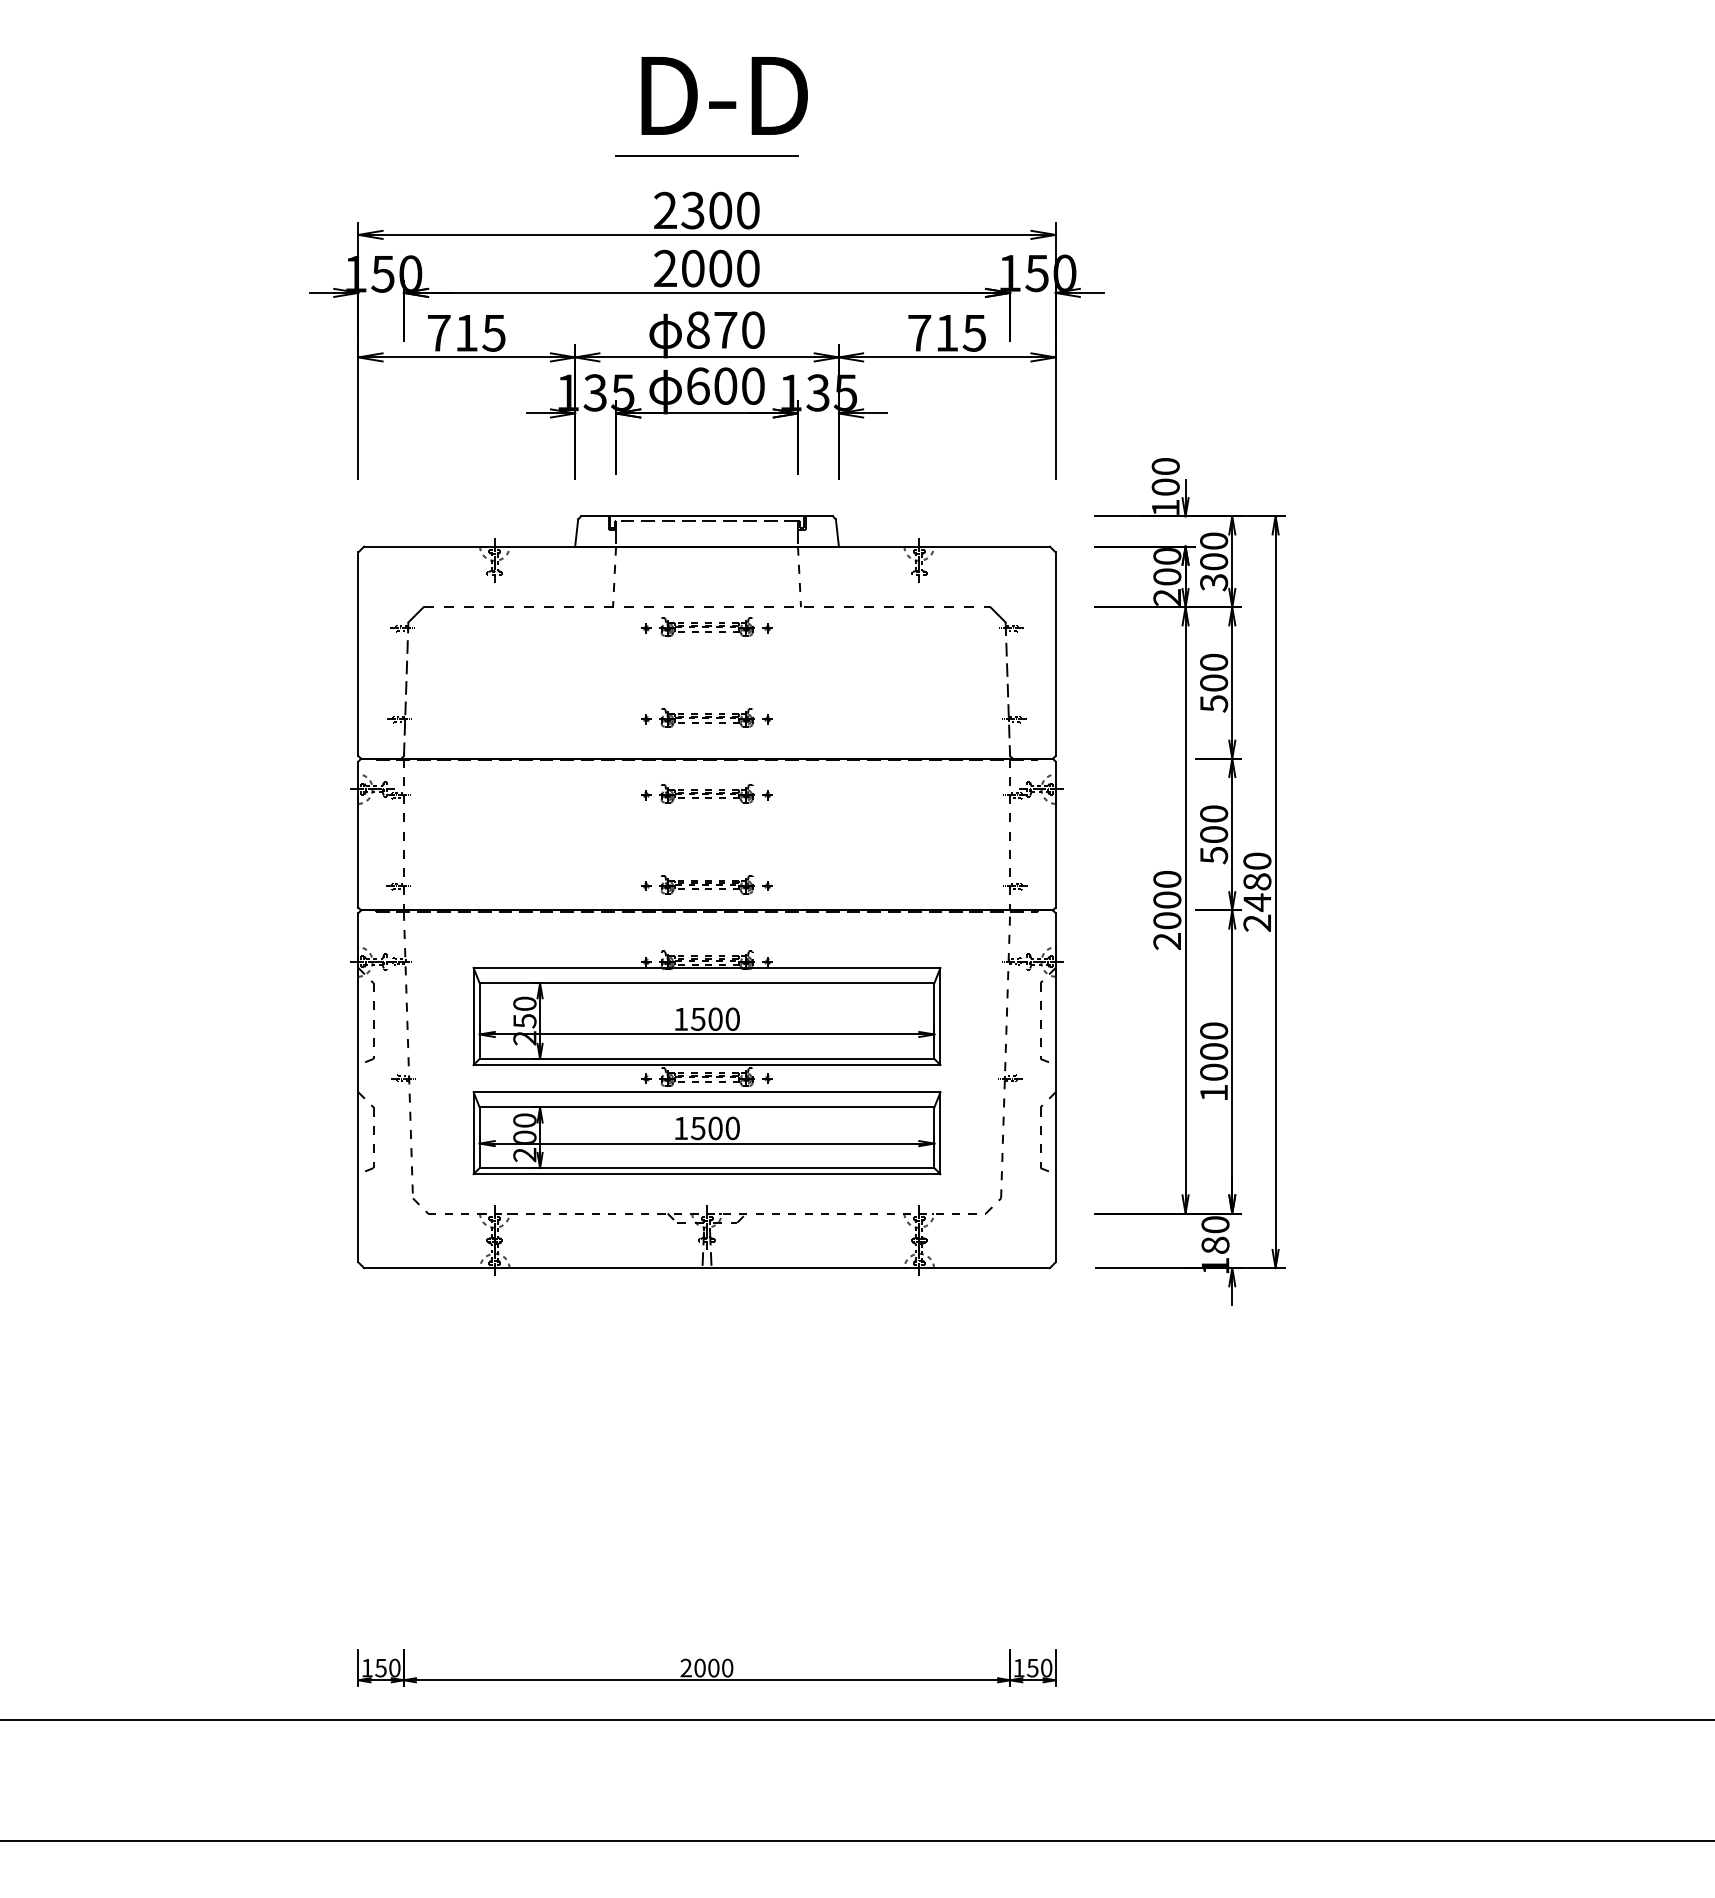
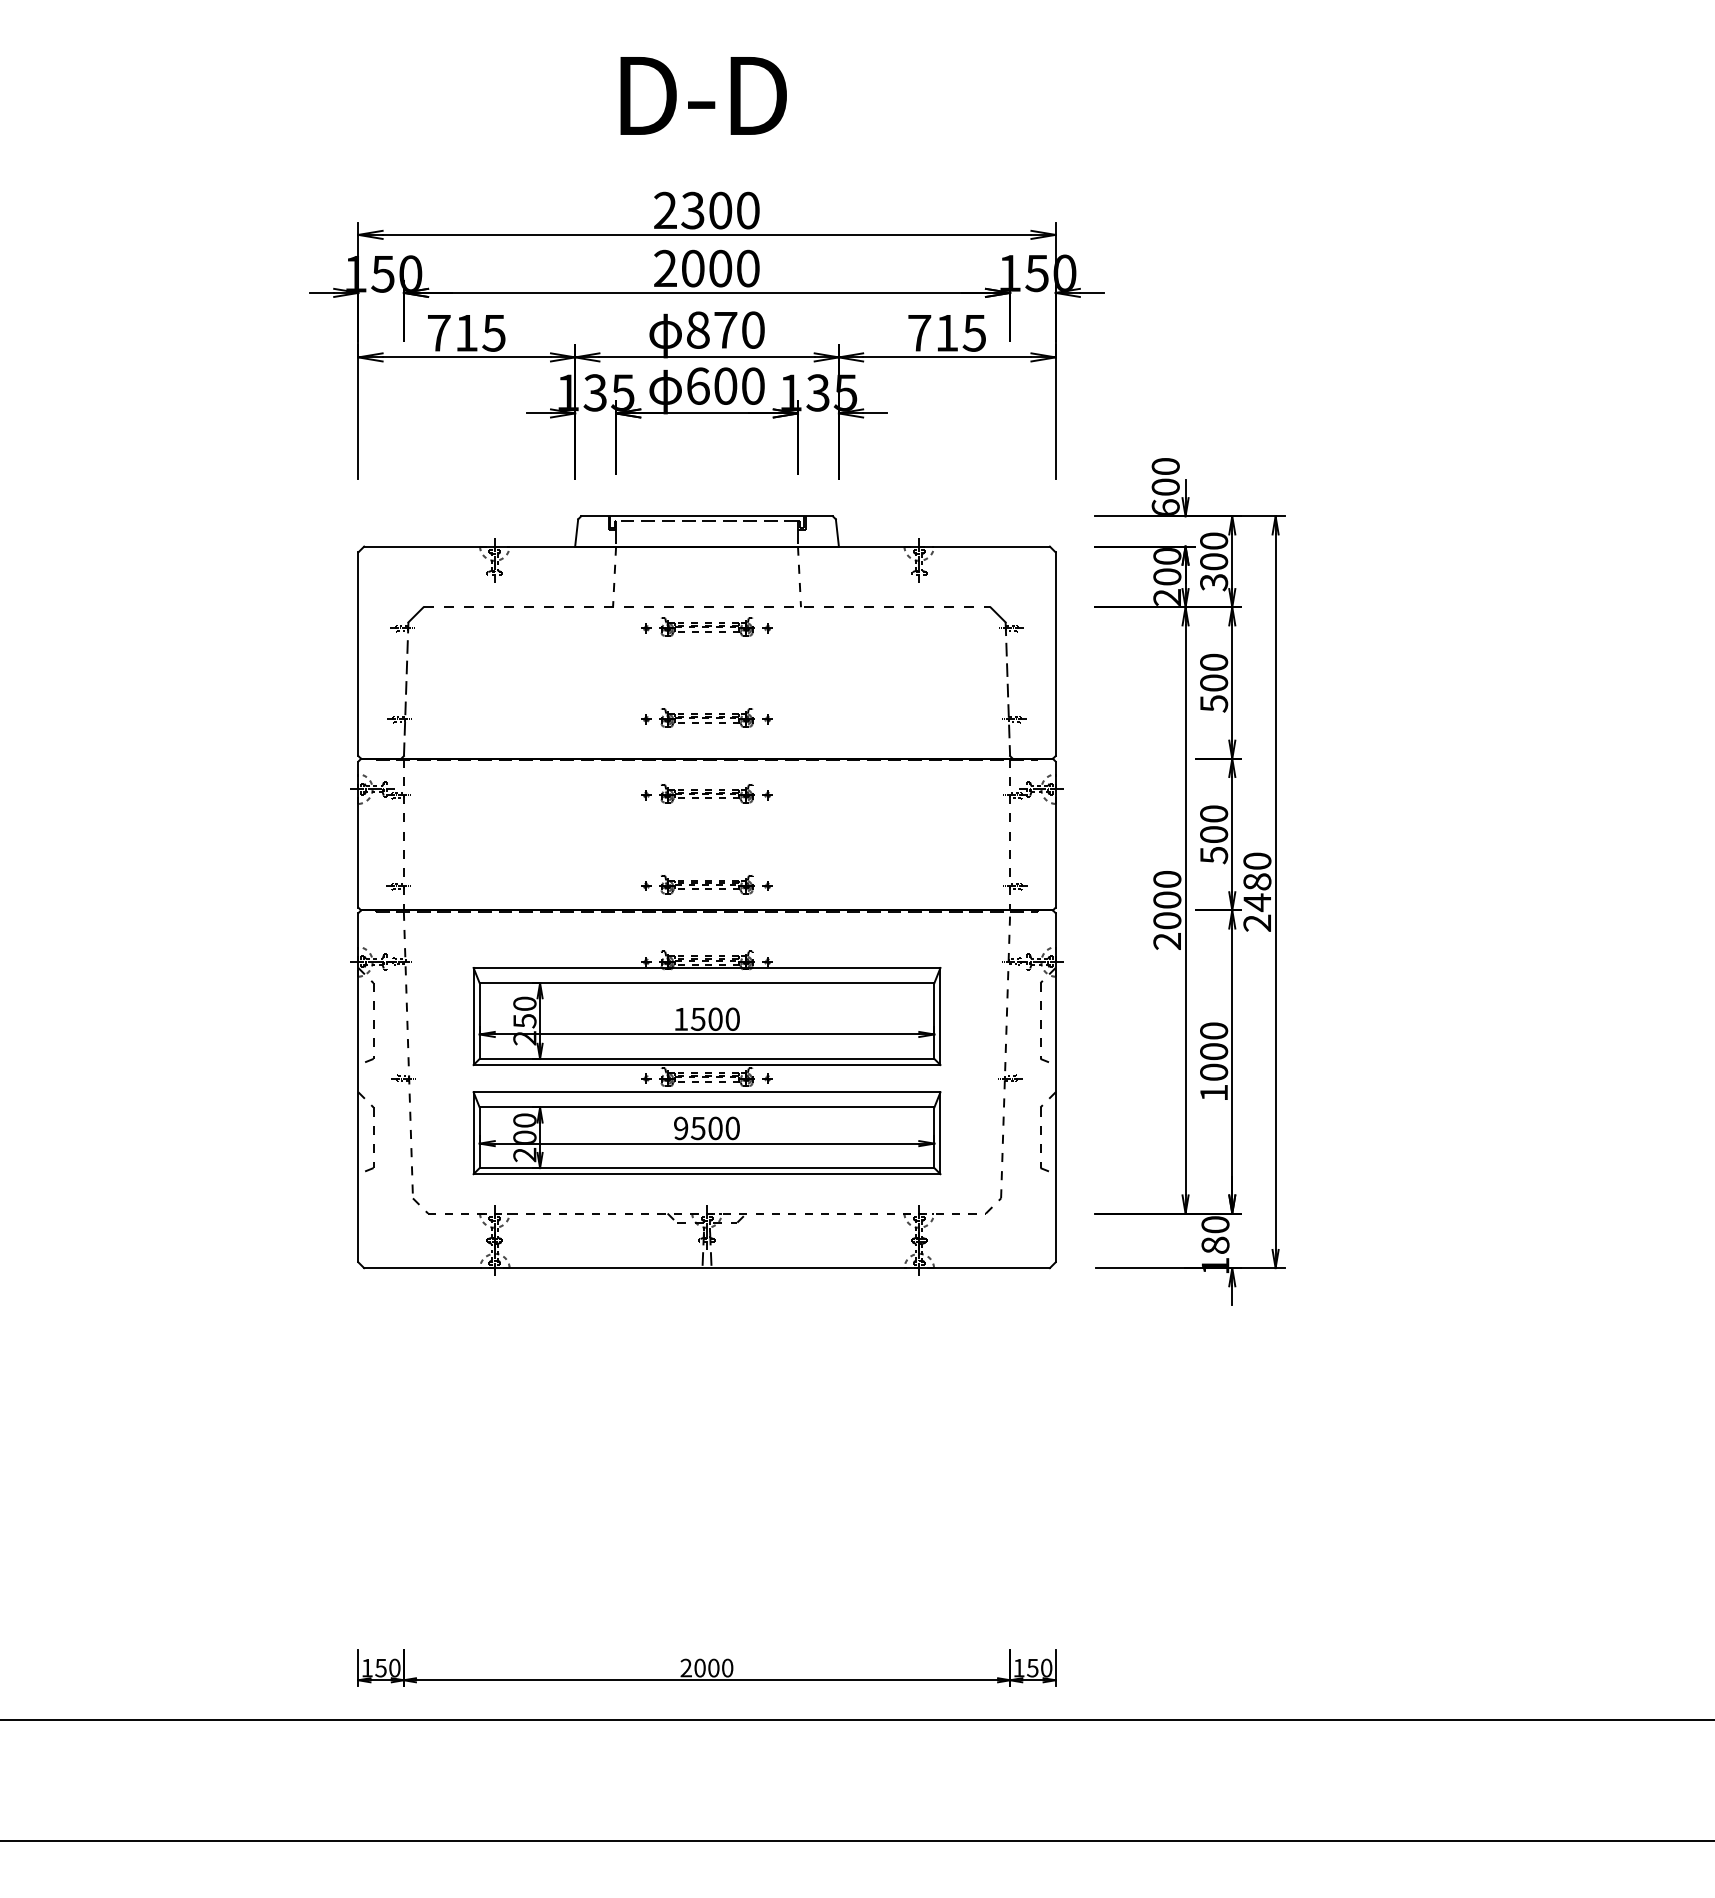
text at (724, 95) position: (724, 95) -> (703, 95)
line at (706, 155): present -> none
text at (1165, 506): 100 -> 600
text at (681, 1128): 1500 -> 9500
